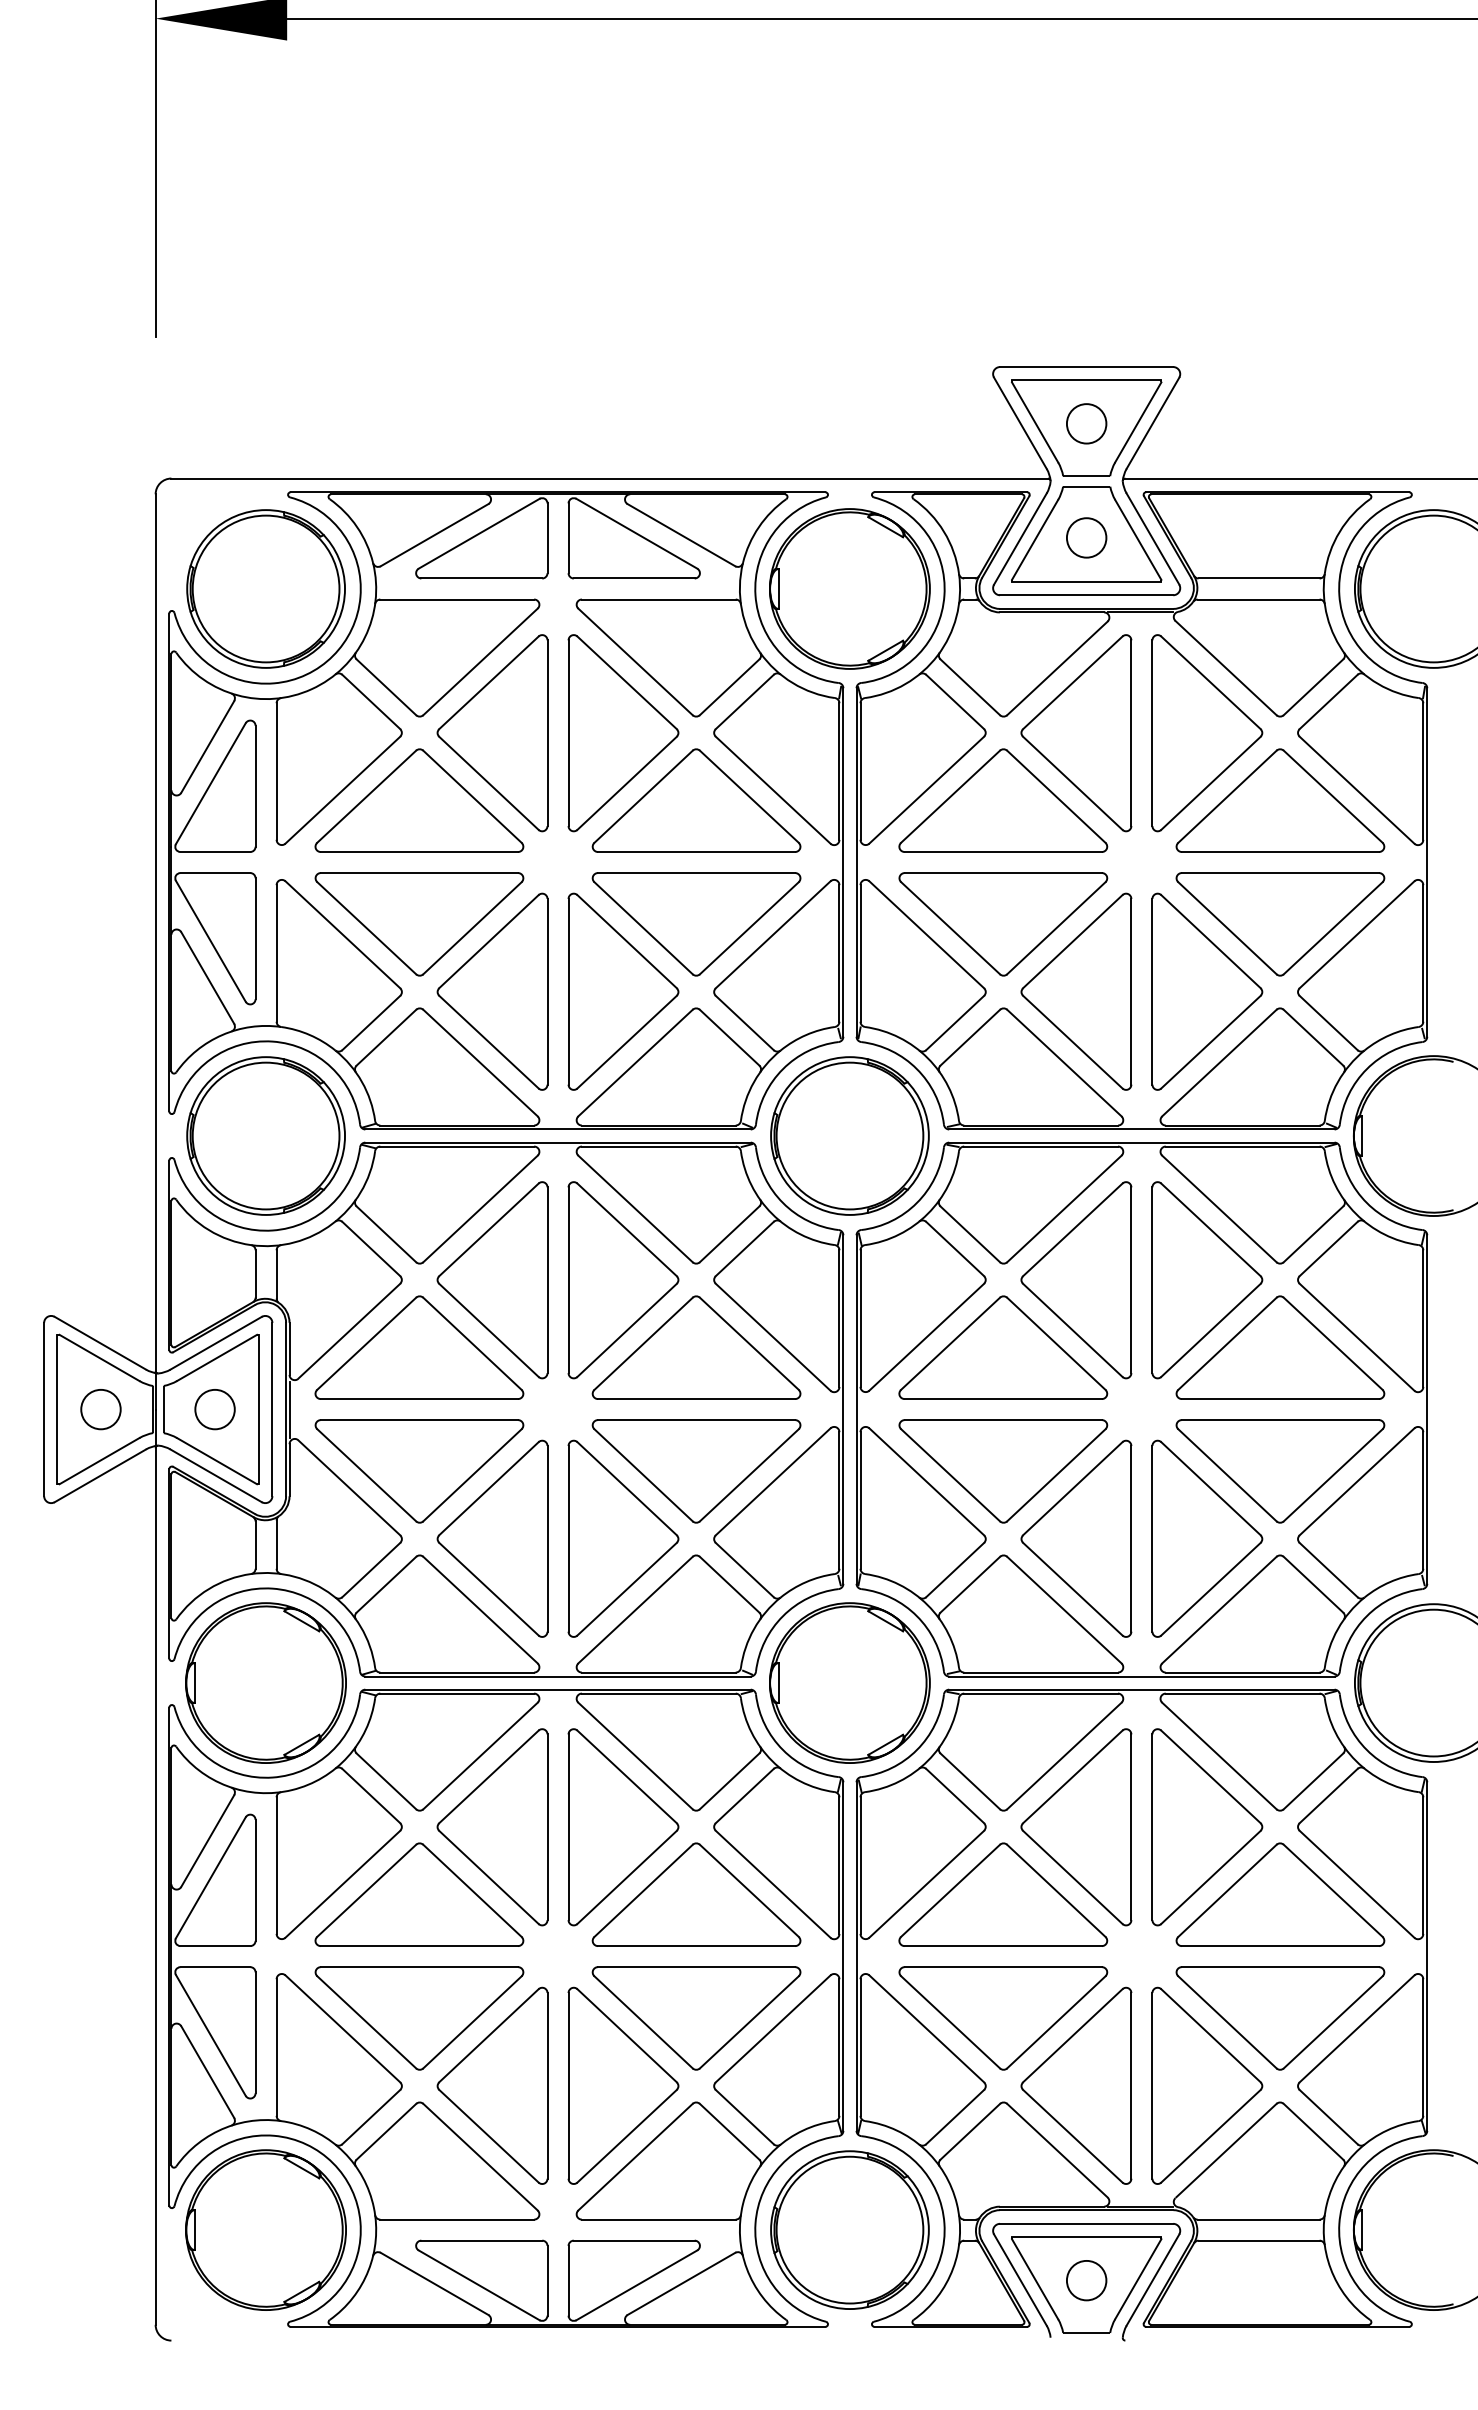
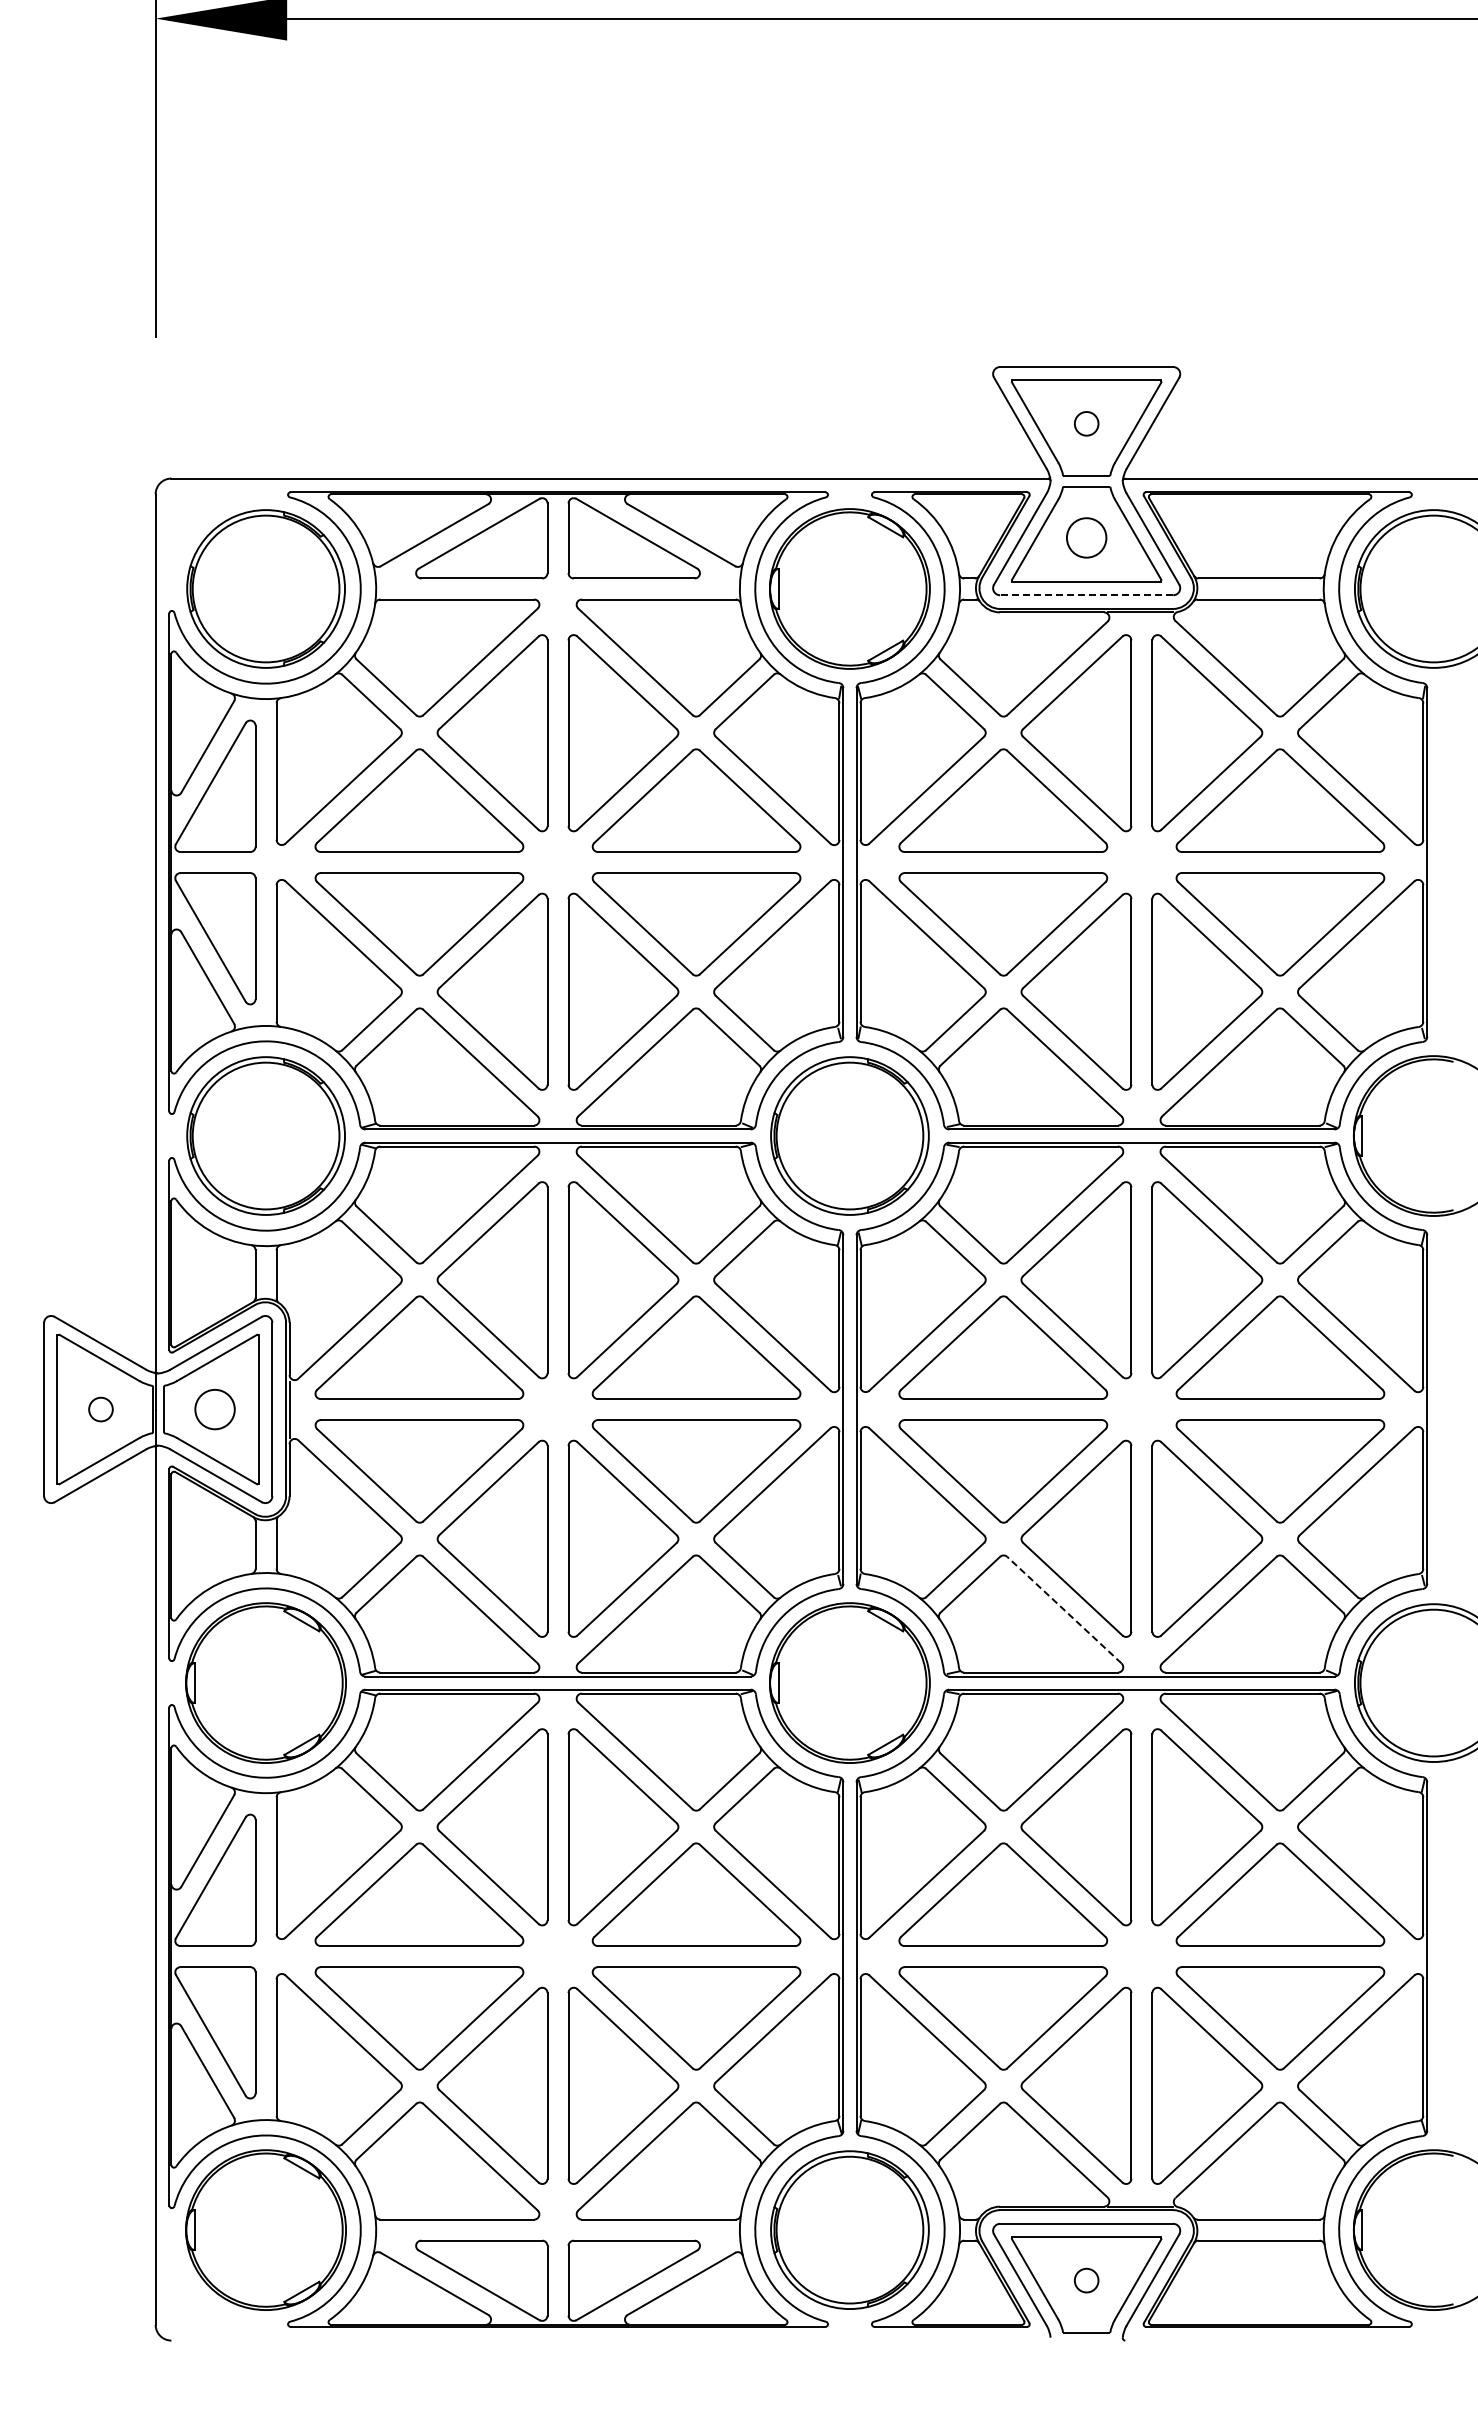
circle at (1086, 423) diameter: 39 px -> 24 px
line at (1086, 595): solid -> dashed
circle at (100, 1409) diameter: 39 px -> 24 px
line at (1064, 1609): solid -> dashed
circle at (1086, 2280) diameter: 39 px -> 24 px
